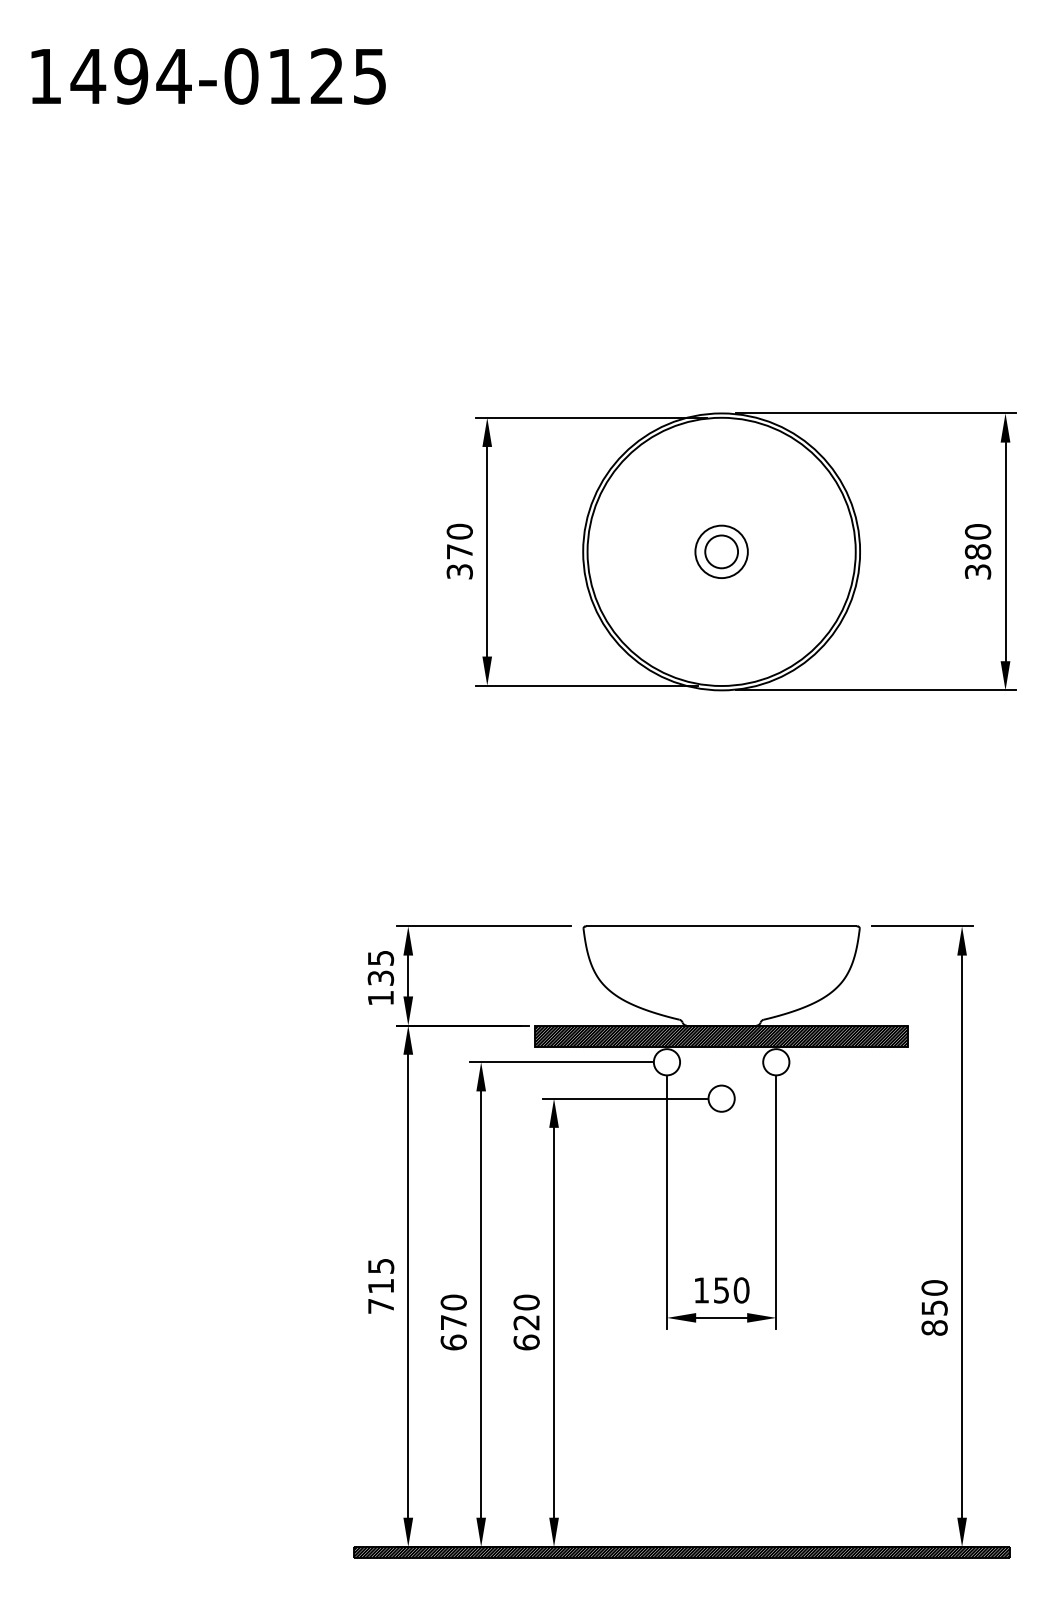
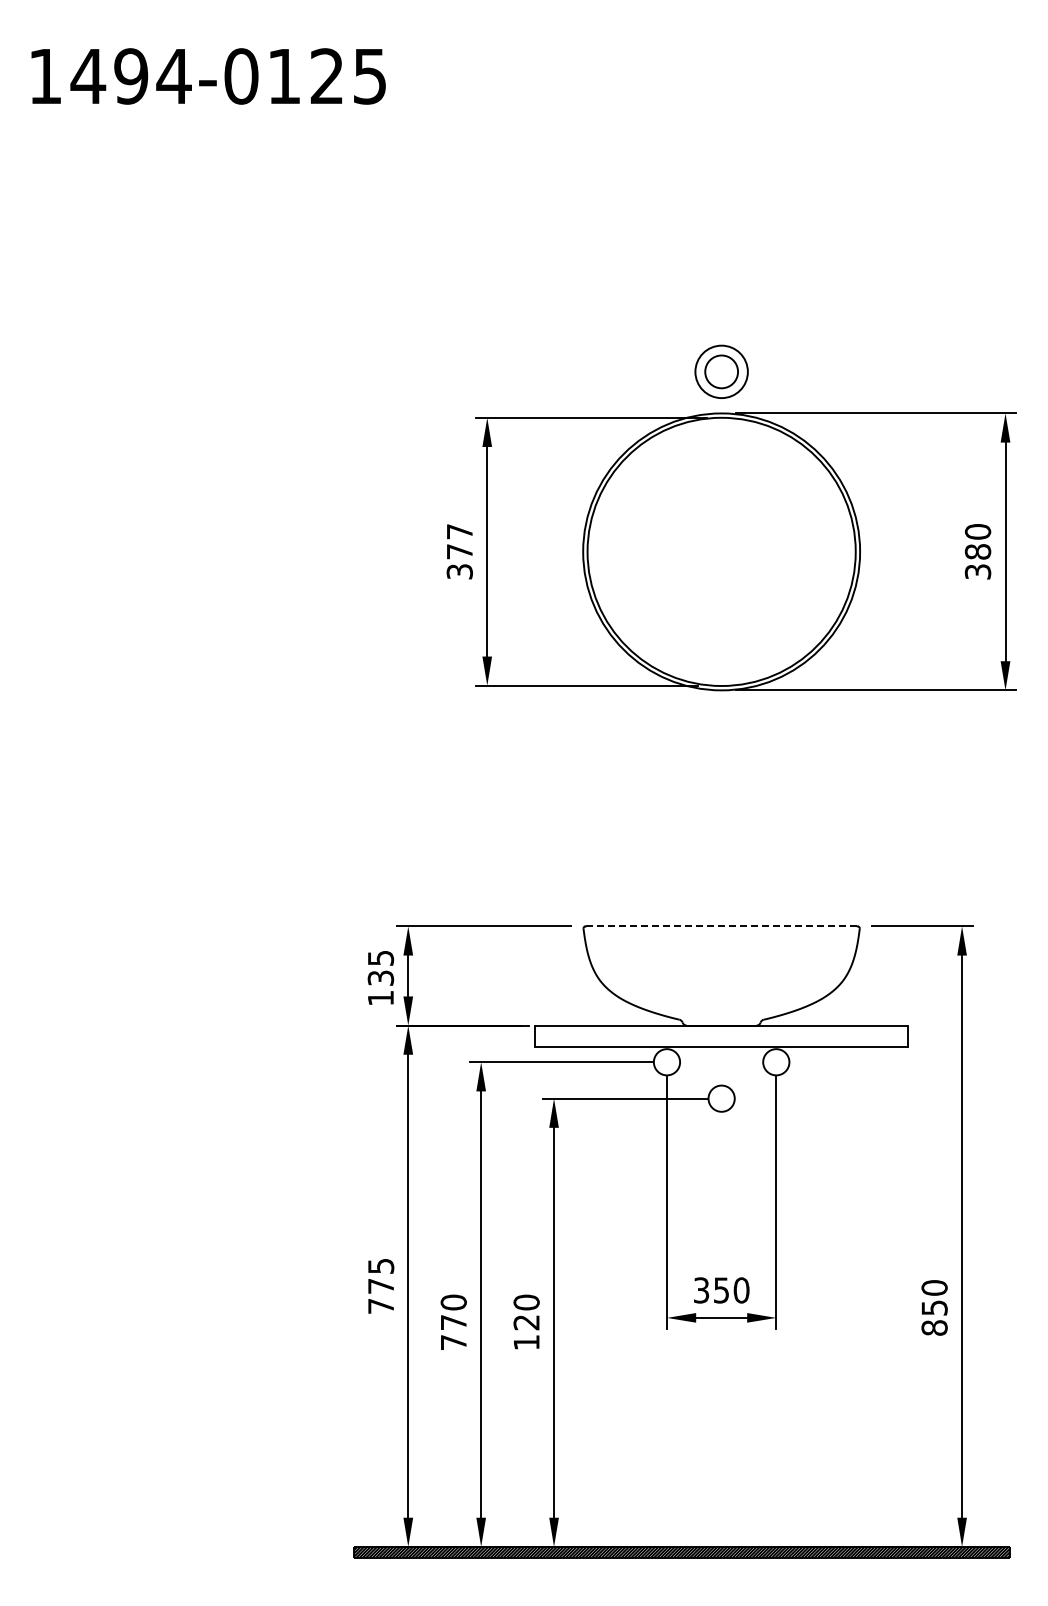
text at (459, 531): 370 -> 377
part at (721, 551) position: (721, 551) -> (721, 371)
line at (721, 926): solid -> dashed
hatch at (721, 1036): present -> none
text at (380, 1286): 715 -> 775
text at (701, 1290): 150 -> 350
text at (453, 1342): 670 -> 770
text at (526, 1342): 620 -> 120
